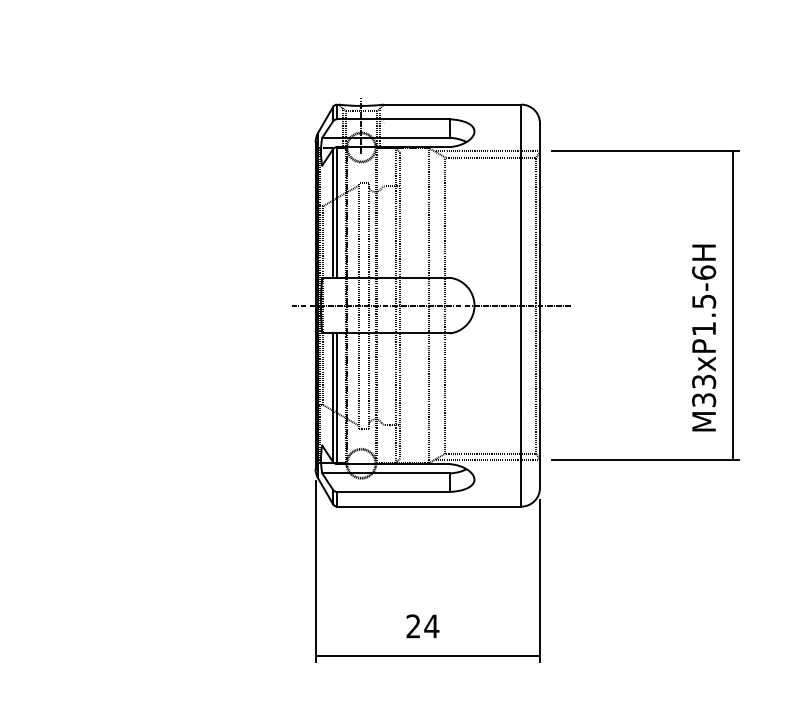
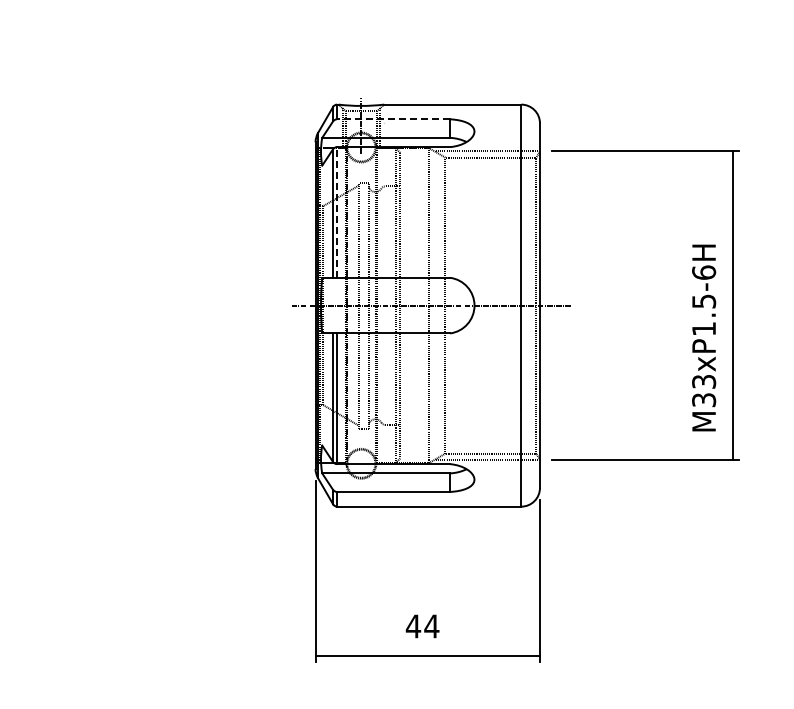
line at (393, 119): solid -> dashed
line at (337, 211): solid -> dashed
text at (413, 626): 24 -> 44
